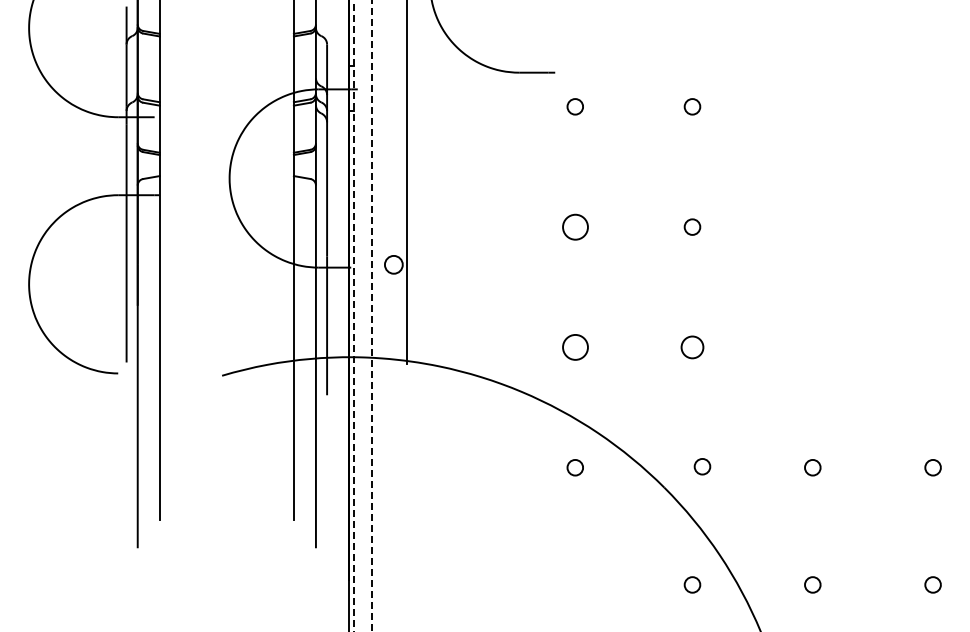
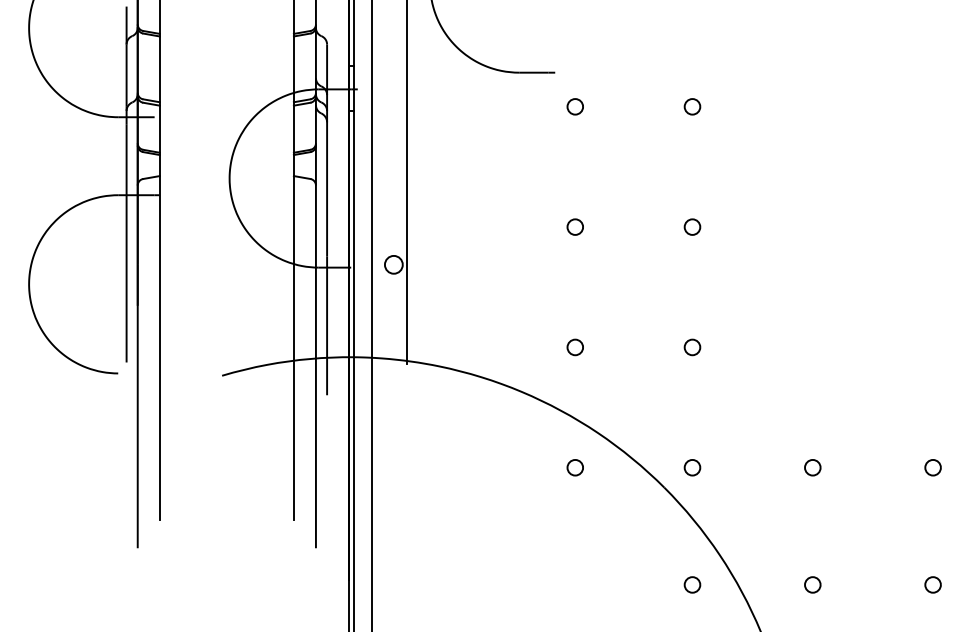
circle at (575, 226) size: 27x28 px -> 18x18 px
line at (353, 316): dashed -> solid
line at (371, 316): dashed -> solid
circle at (575, 347) size: 27x27 px -> 18x19 px
circle at (692, 347) size: 25x25 px -> 19x19 px
circle at (702, 466) position: (702, 466) -> (692, 467)
